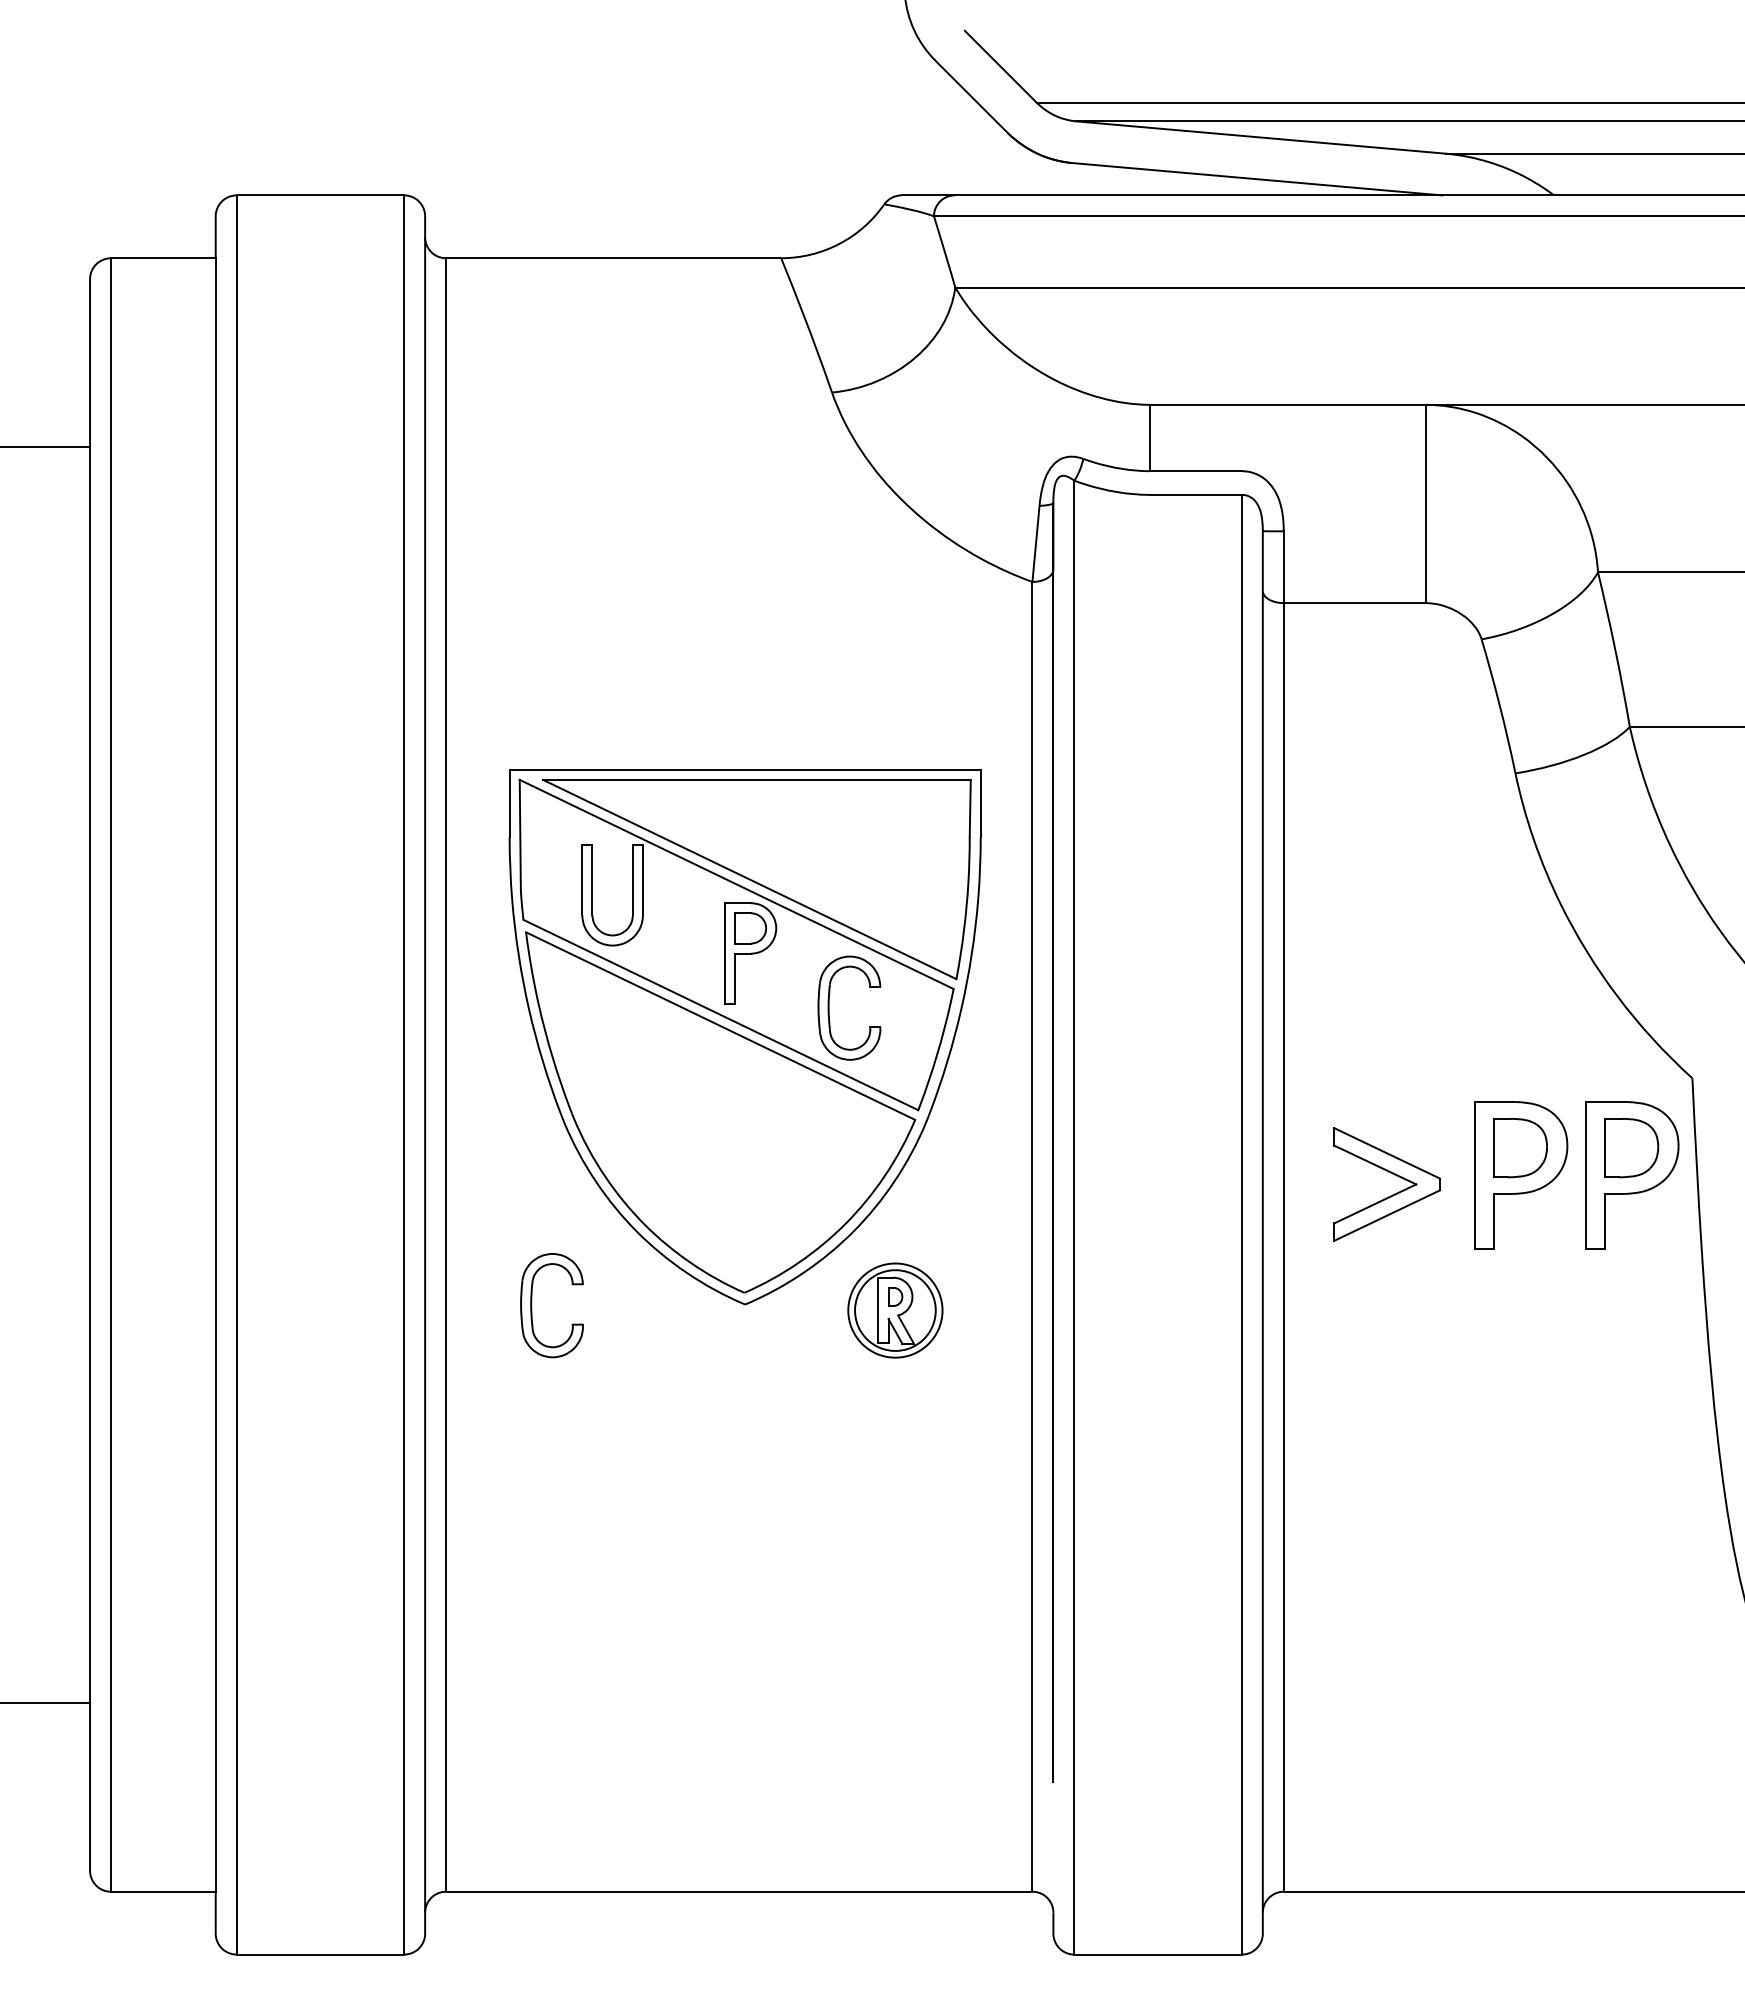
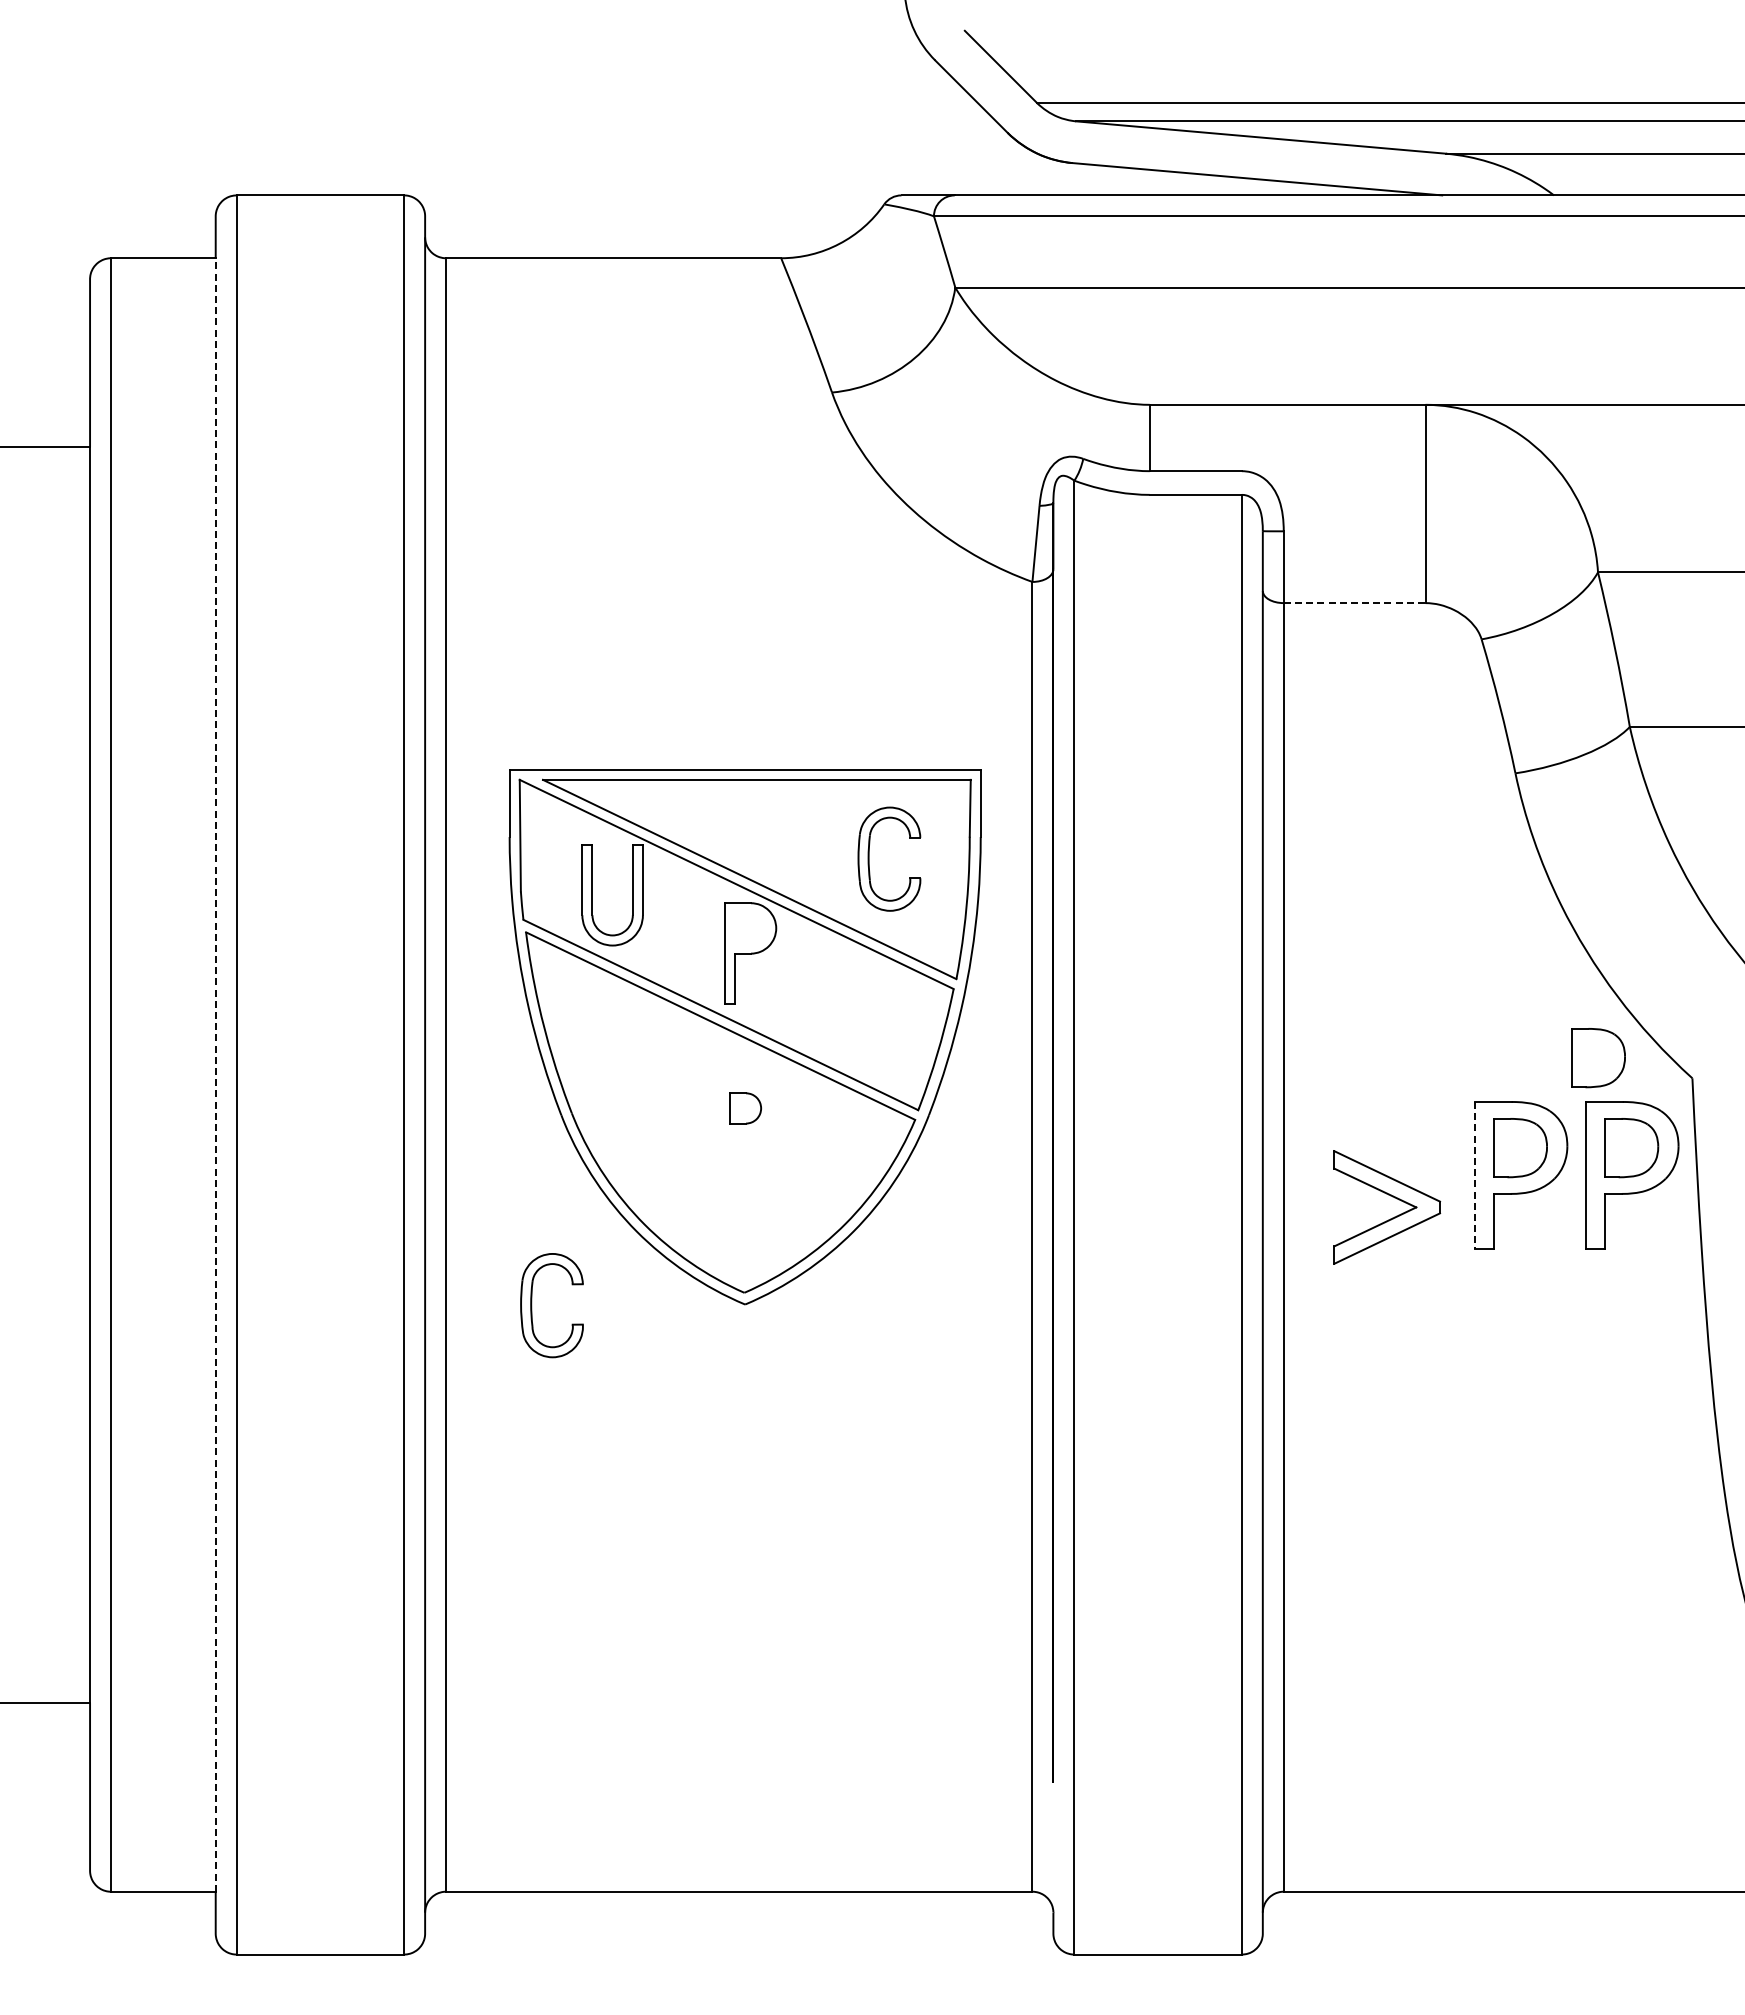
line at (1354, 603): solid -> dashed
part at (750, 928) position: (750, 928) -> (745, 1108)
part at (829, 1007) position: (829, 1007) -> (869, 858)
part at (1598, 1058): none -> present
line at (215, 1074): solid -> dashed
part at (1392, 1174) position: (1392, 1174) -> (1392, 1197)
line at (1474, 1175): solid -> dashed
part at (895, 1310): present -> none
